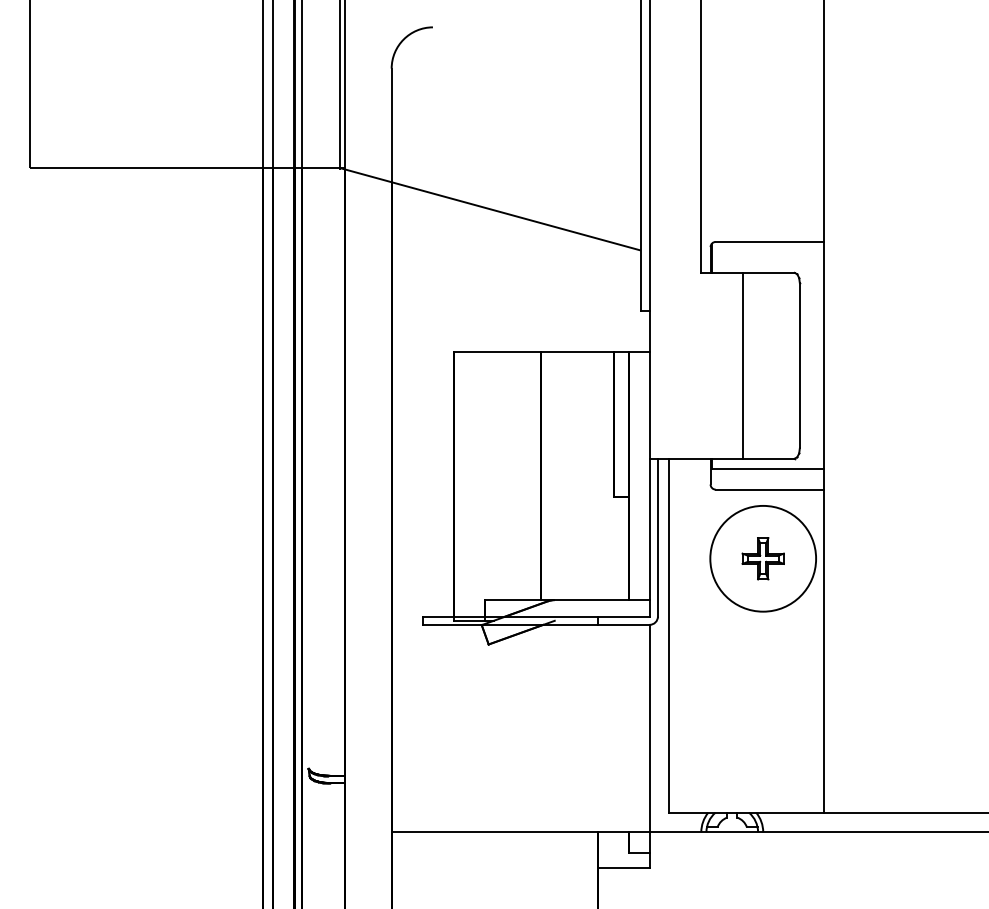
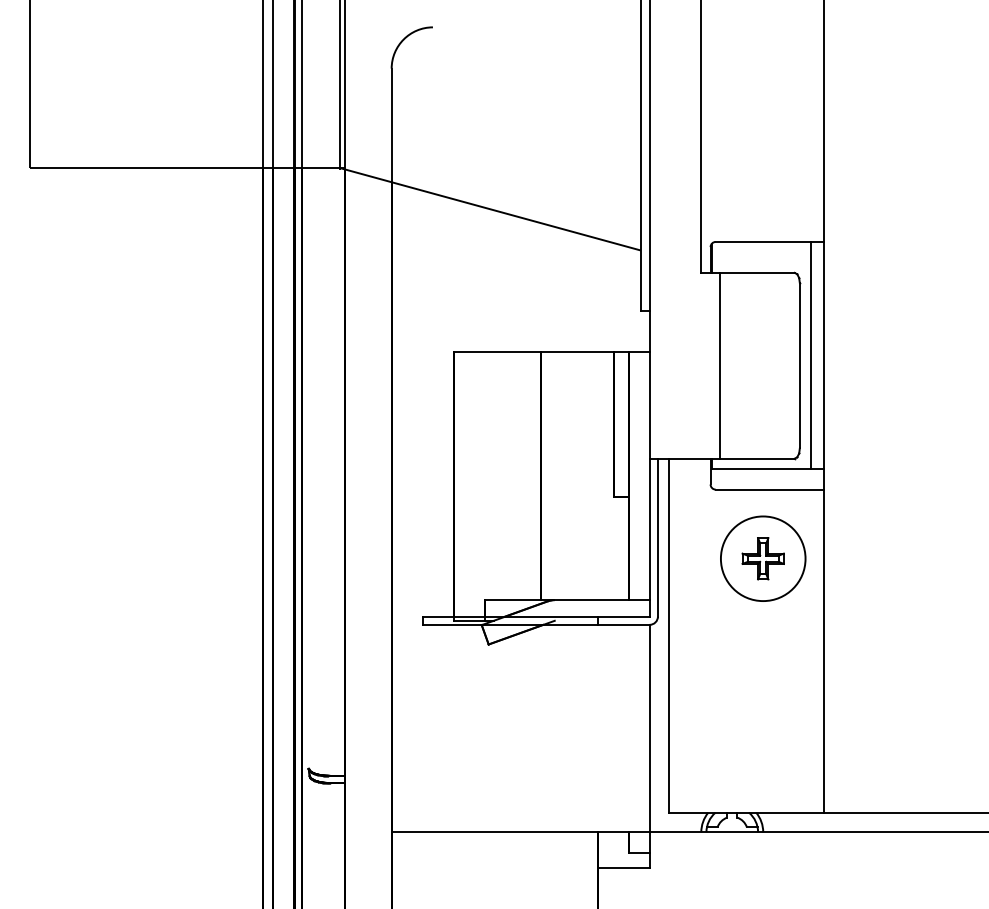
line at (810, 355): none -> present
line at (742, 365) position: (742, 365) -> (719, 365)
circle at (763, 558) diameter: 106 px -> 85 px
